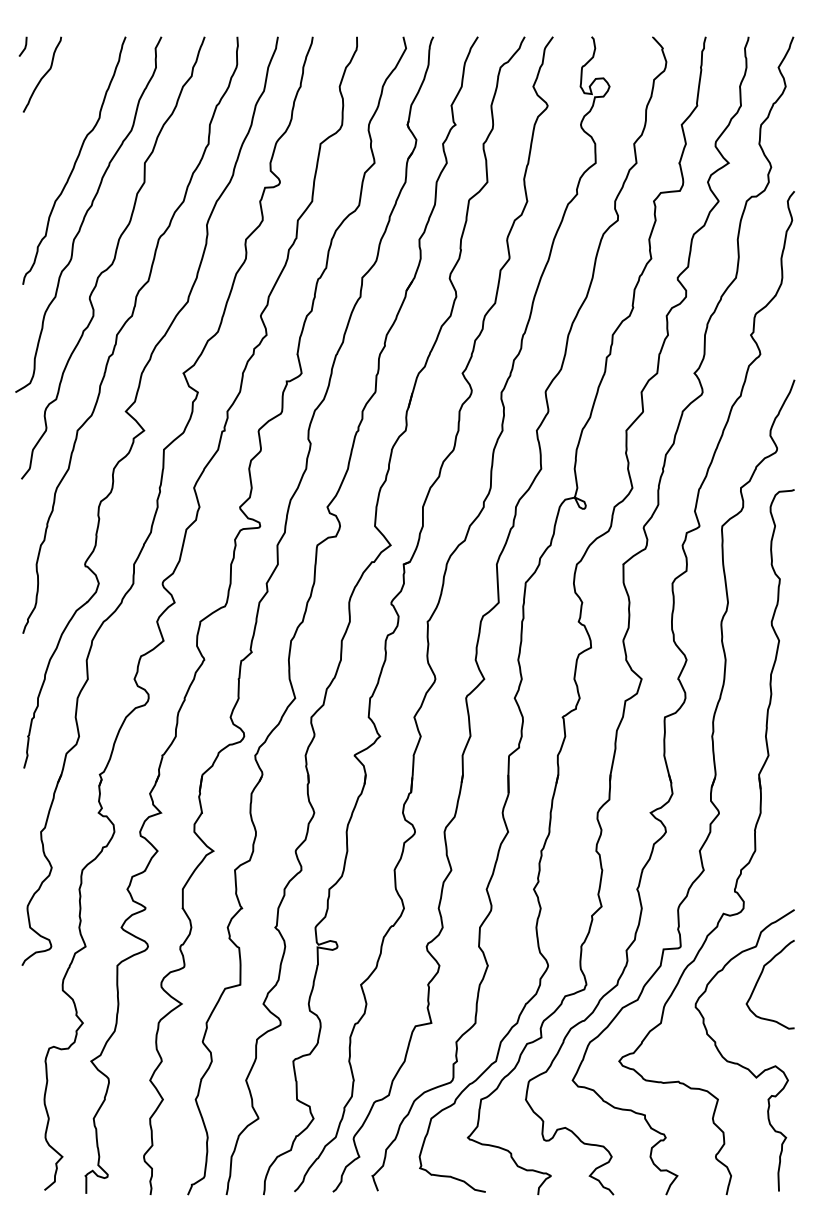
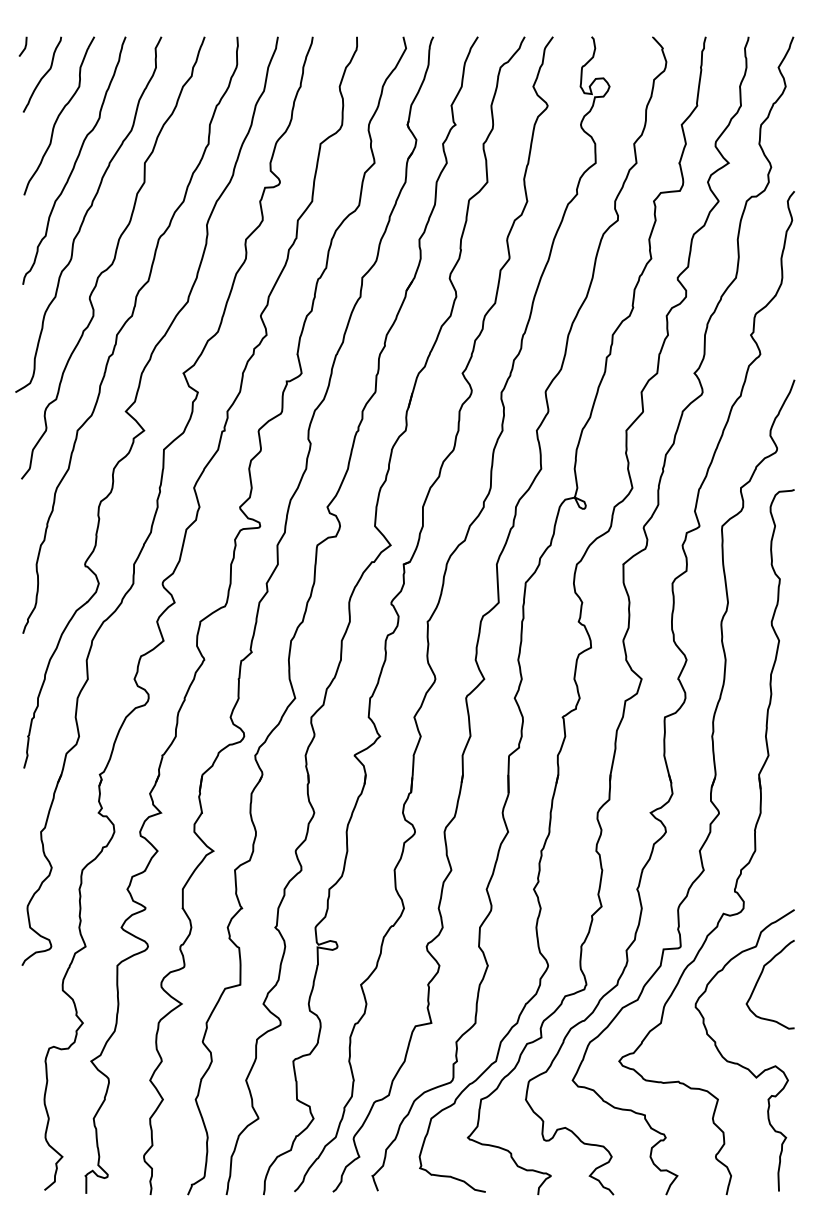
curve at (59, 115): none -> present
